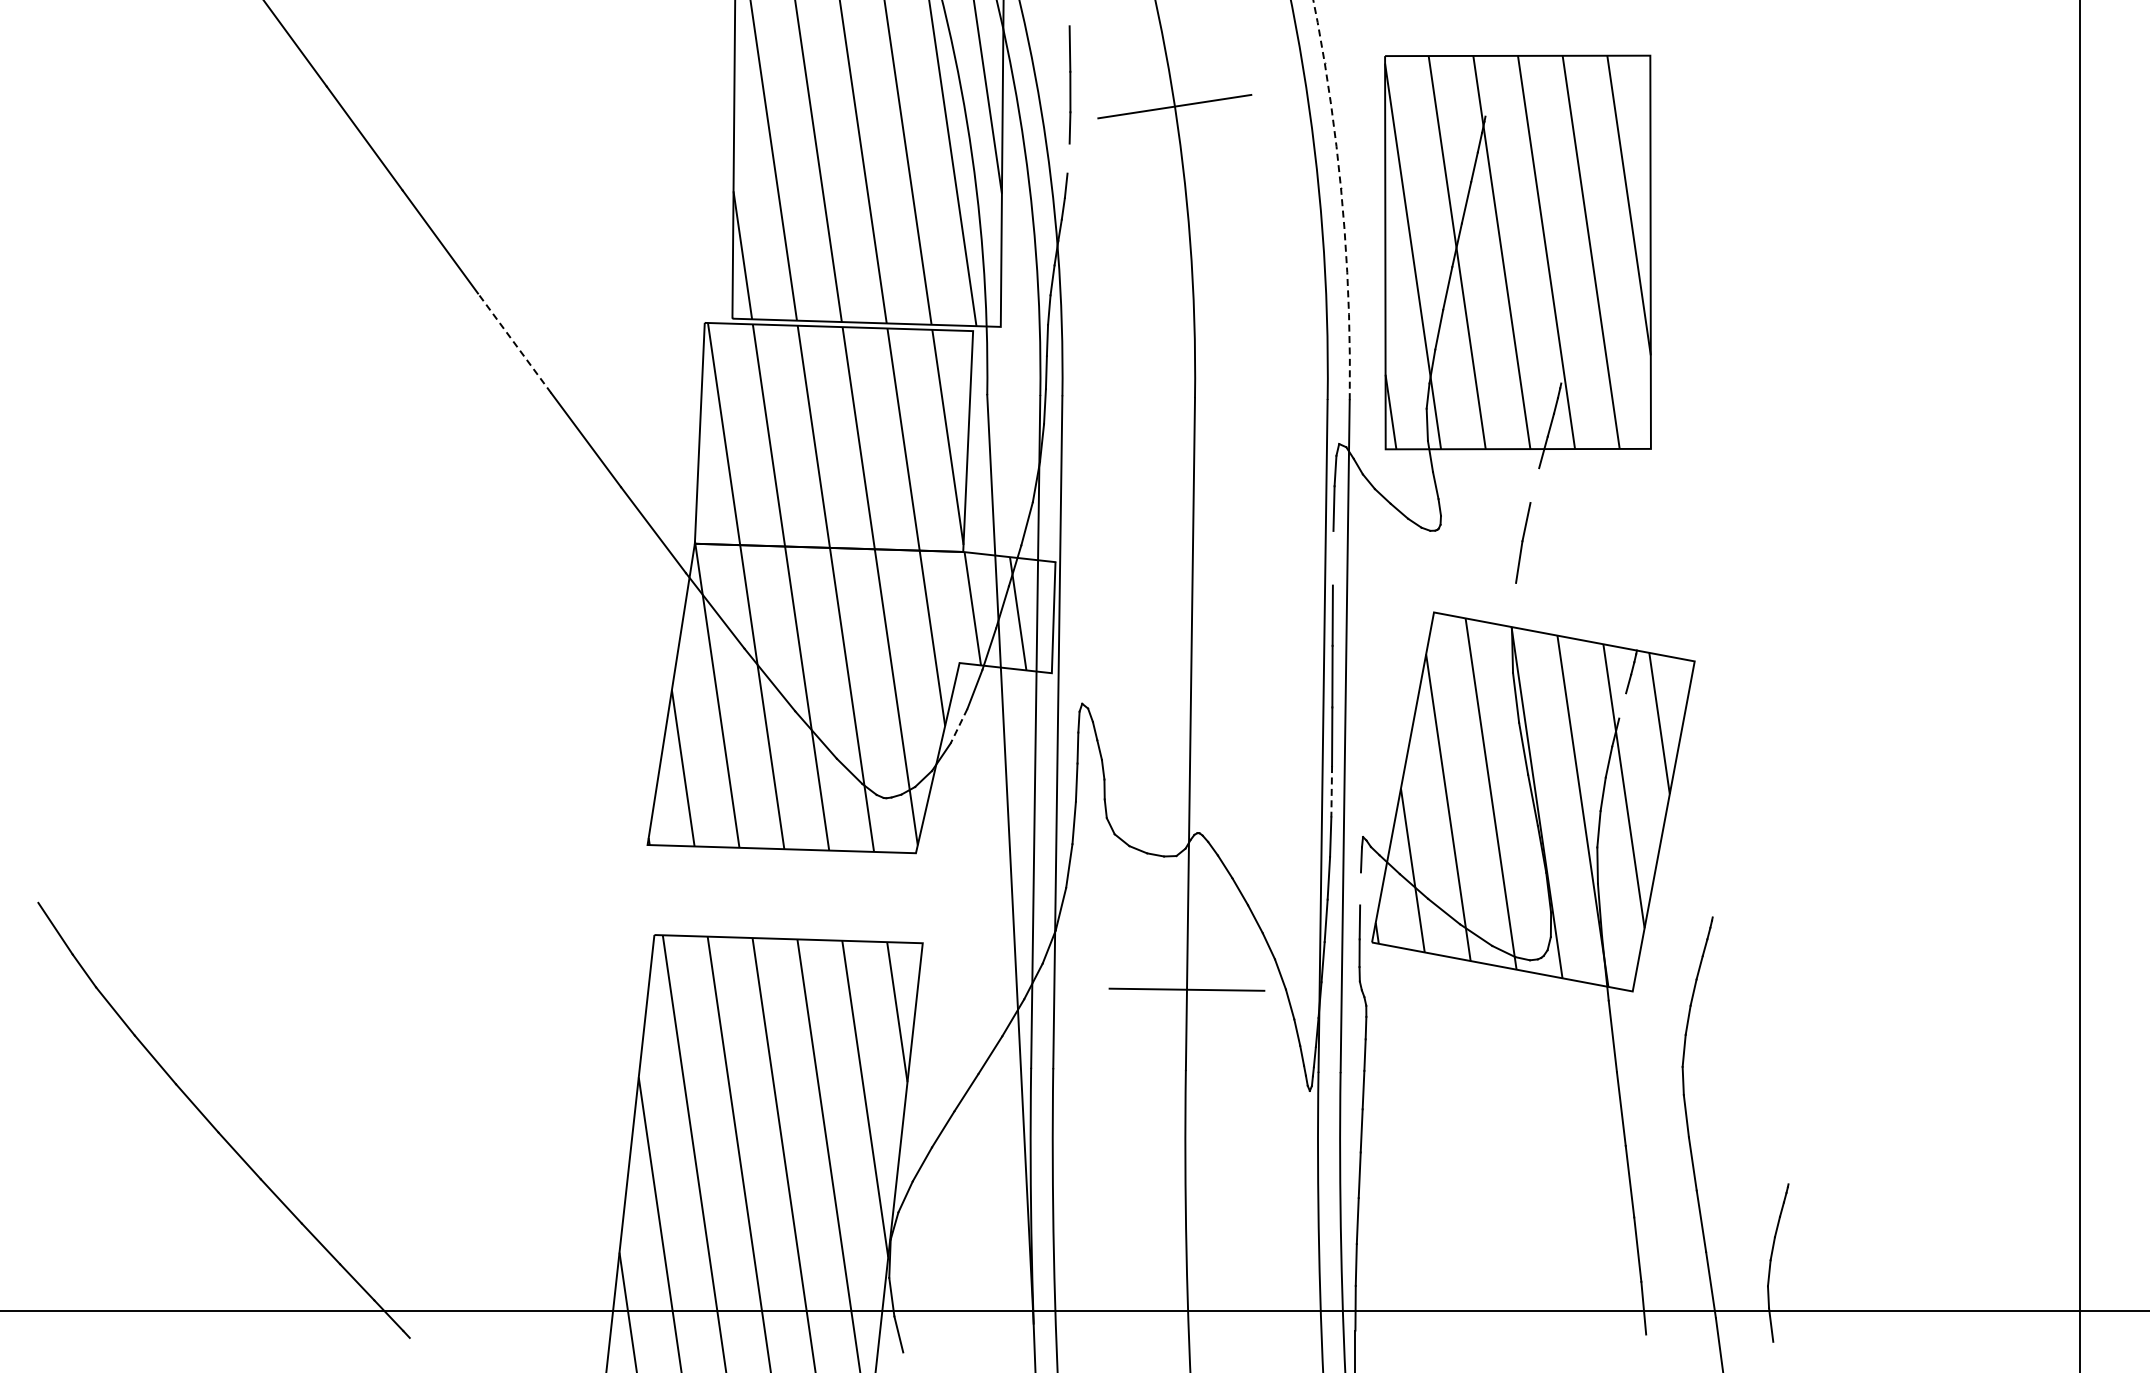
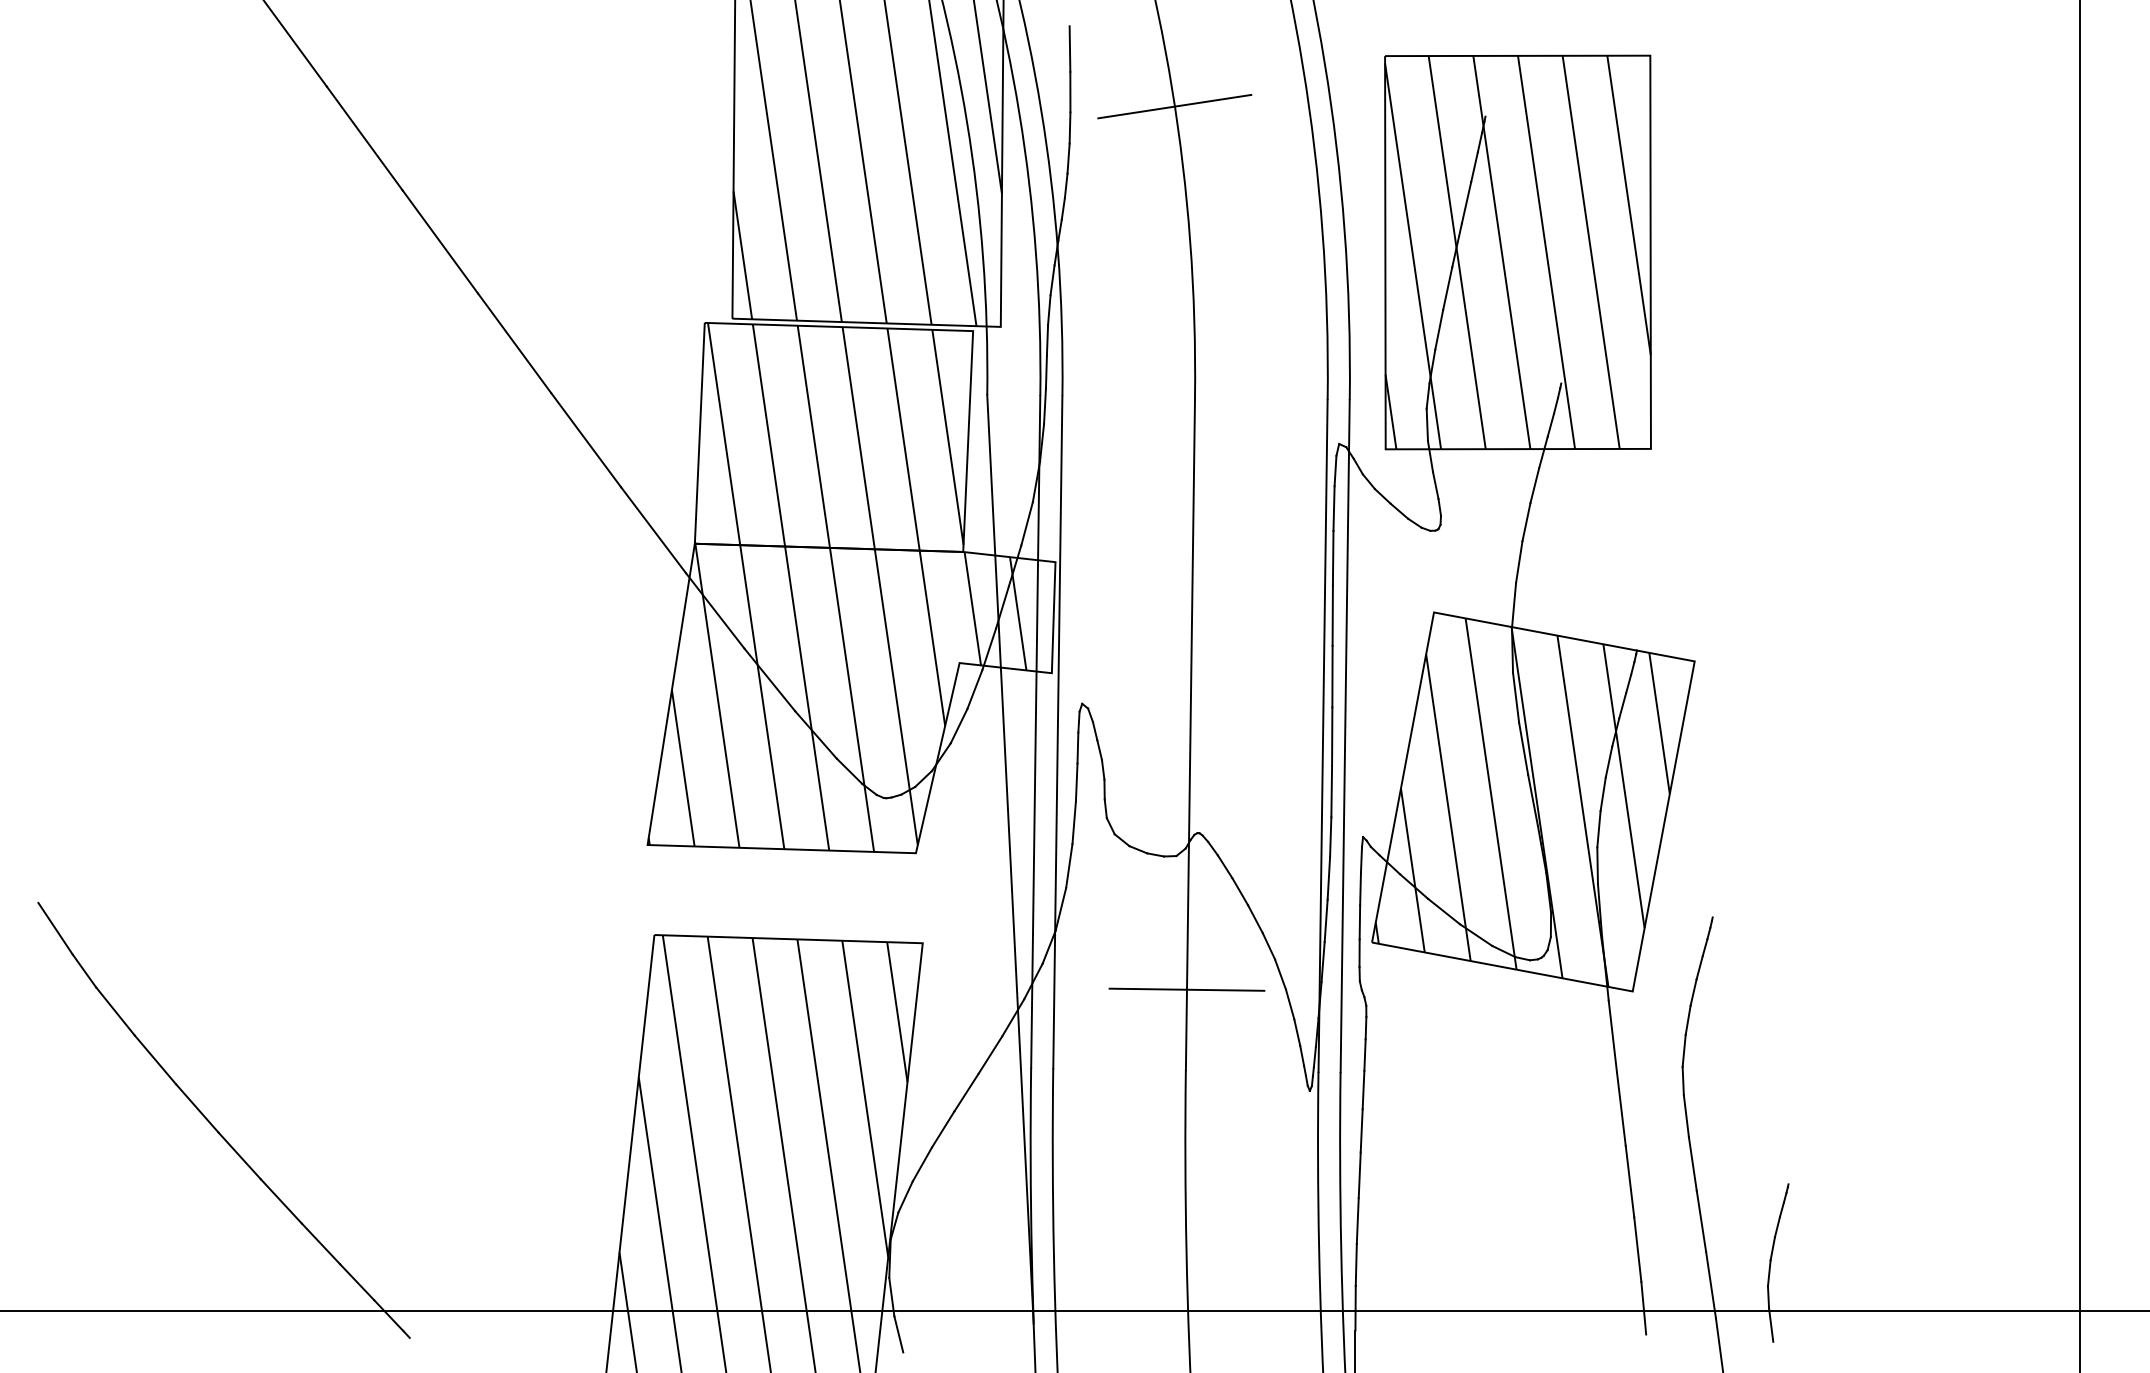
line at (1068, 158): none -> present
arc at (1341, 198): dashed -> solid
line at (514, 343): dashed -> solid
line at (1534, 485): none -> present
line at (1332, 557): none -> present
line at (1514, 605): none -> present
line at (1622, 705): none -> present
line at (958, 726): dashed -> solid
line at (1331, 791): dashed -> solid
line at (1360, 888): none -> present
